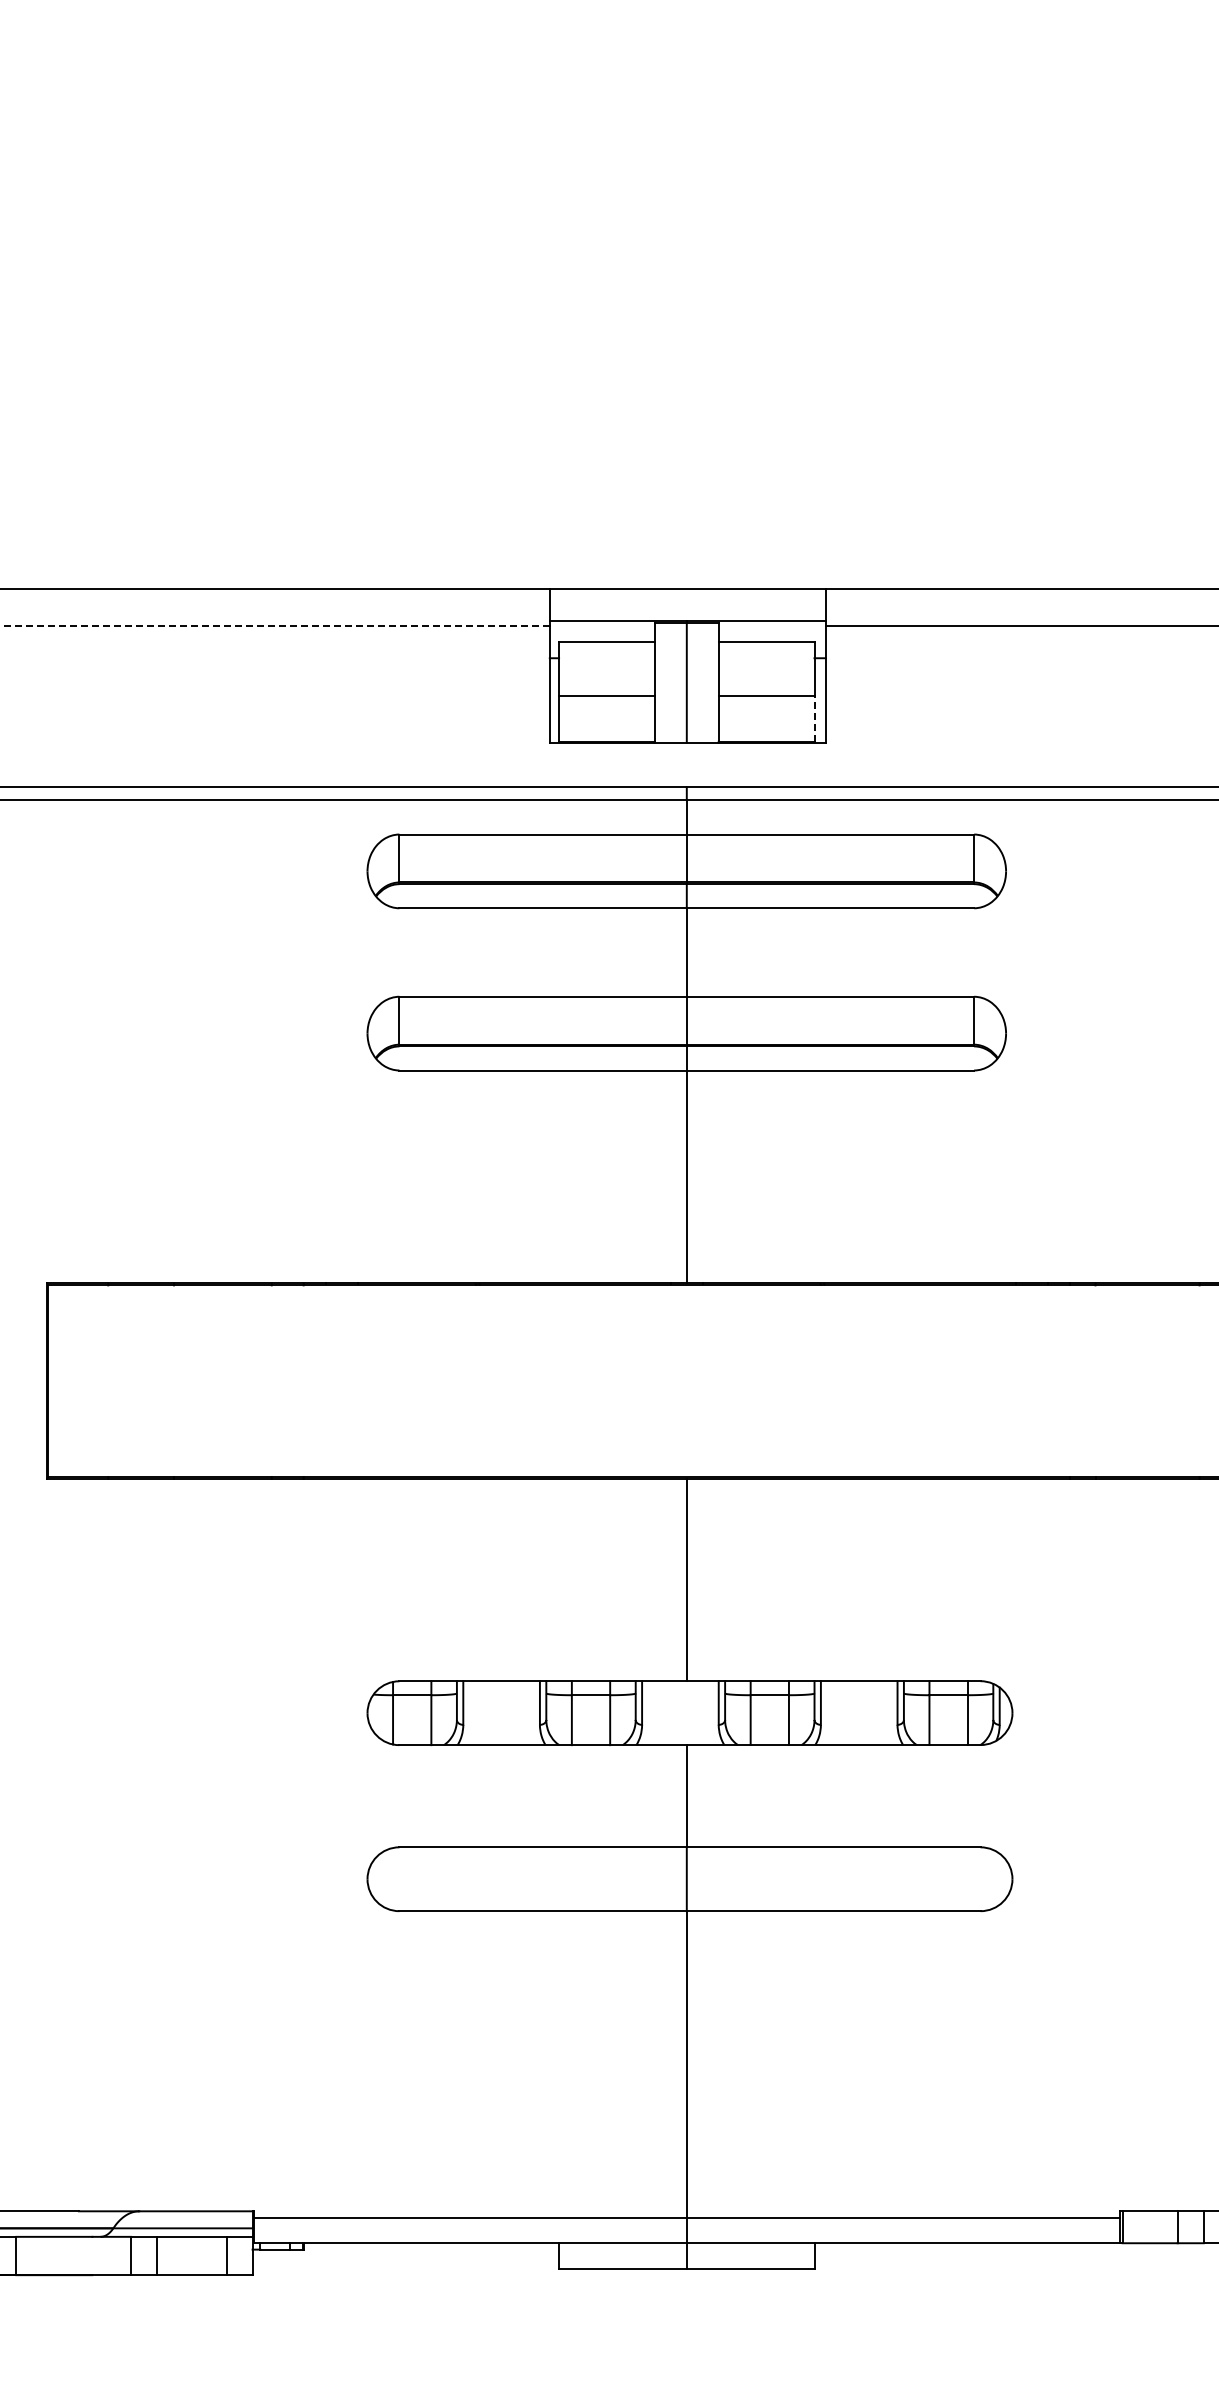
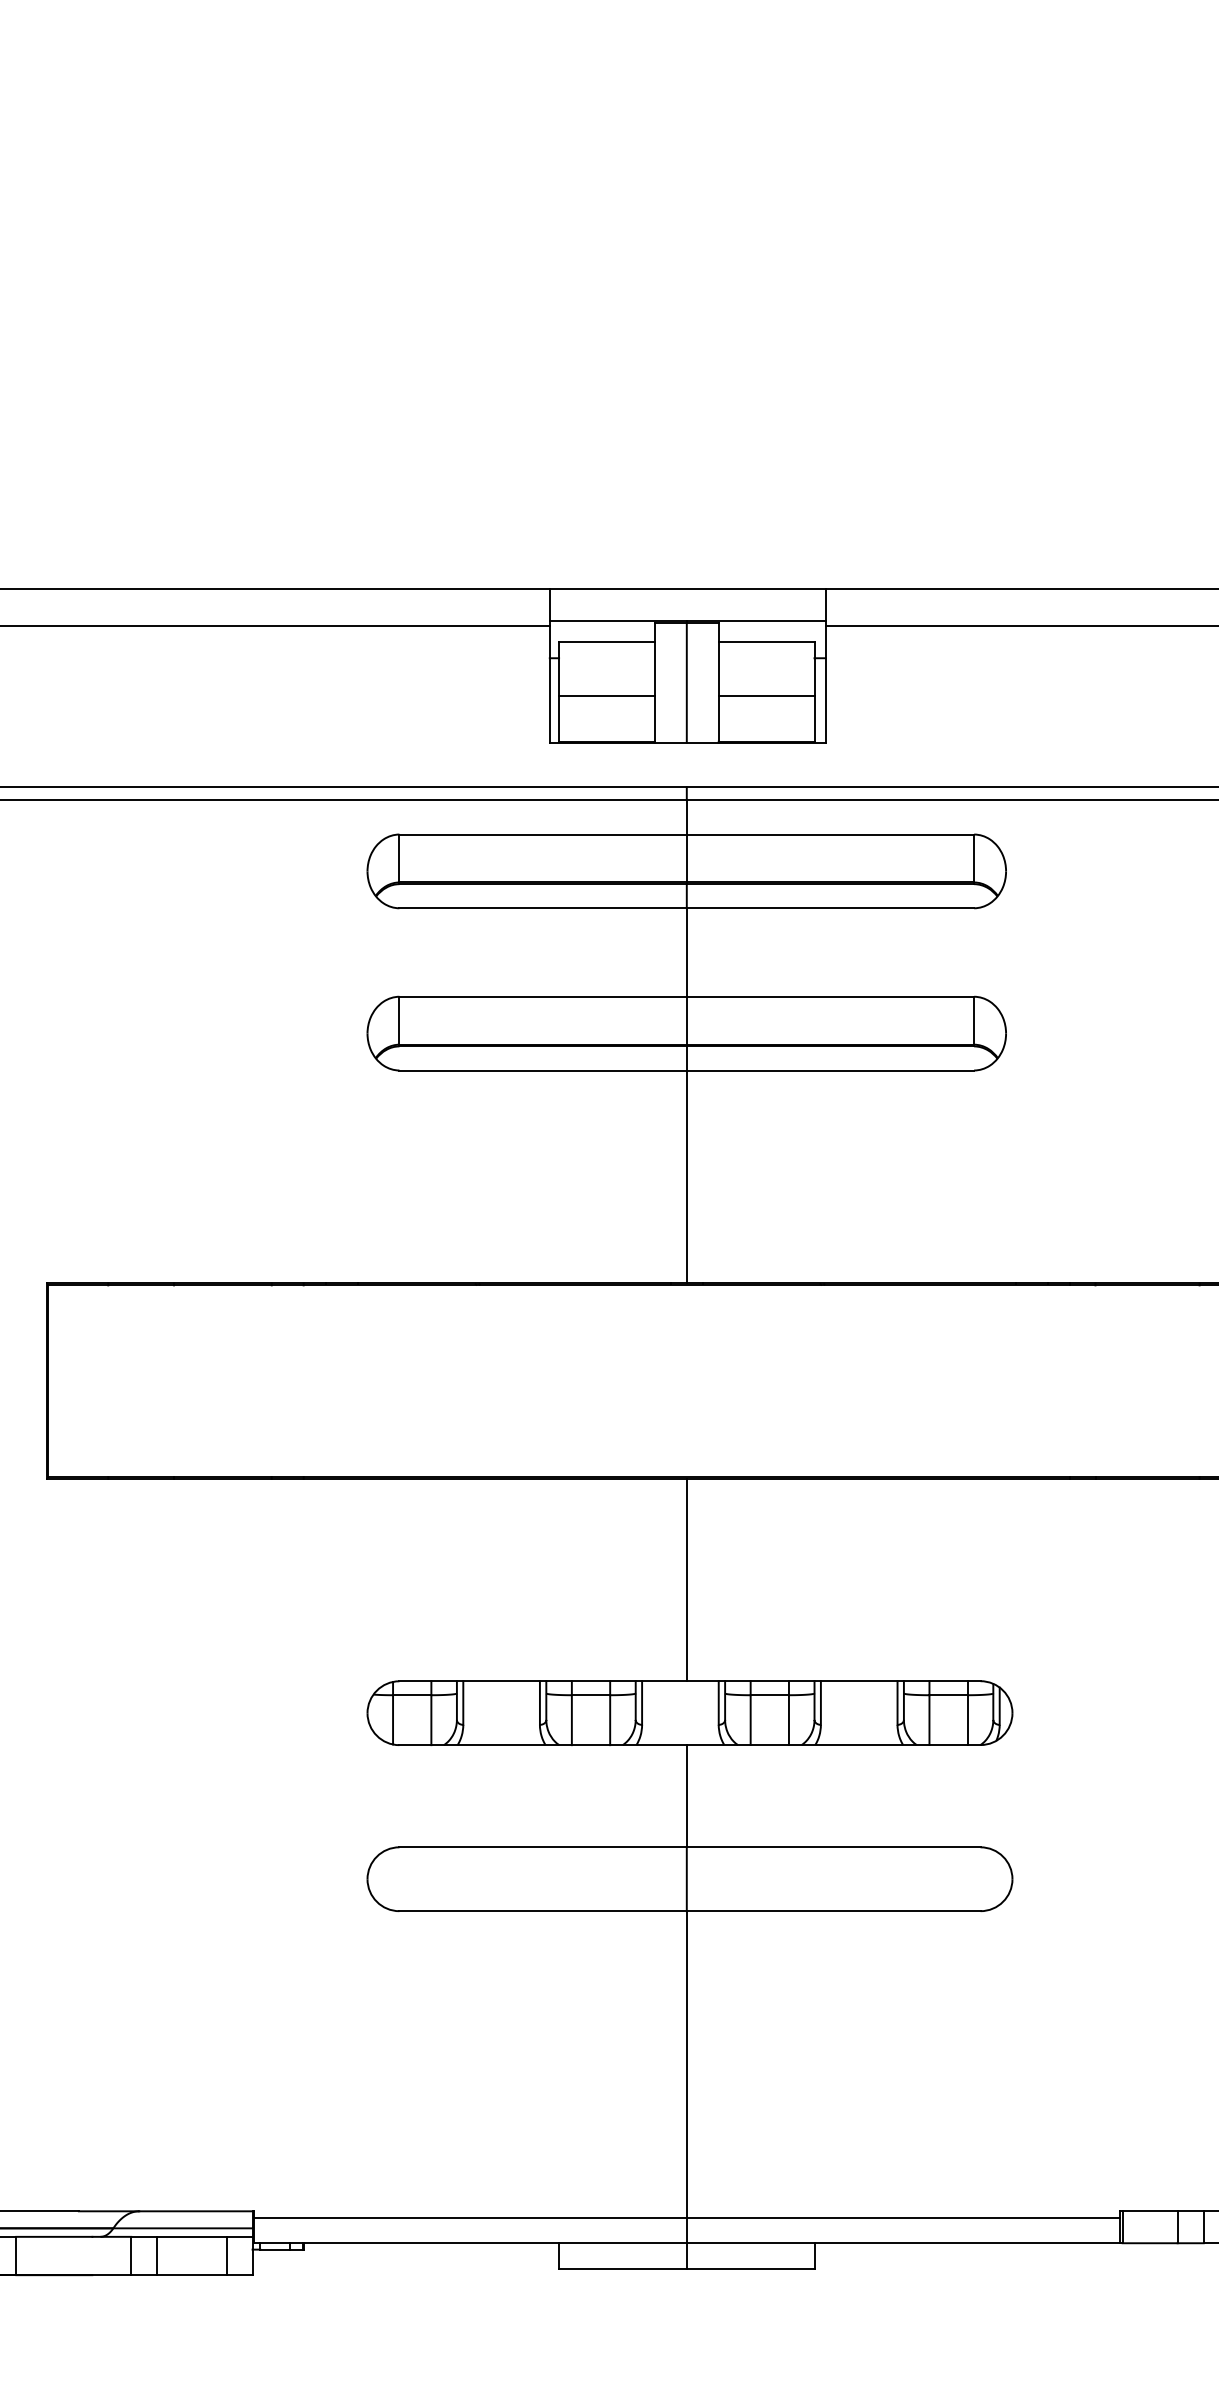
line at (275, 626): dashed -> solid
line at (814, 718): dashed -> solid
